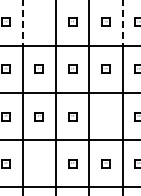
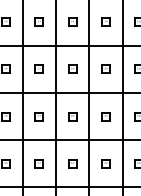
part at (38, 21): none -> present
line at (22, 23): dashed -> solid
line at (122, 23): dashed -> solid
part at (105, 116): none -> present
part at (38, 163): none -> present
